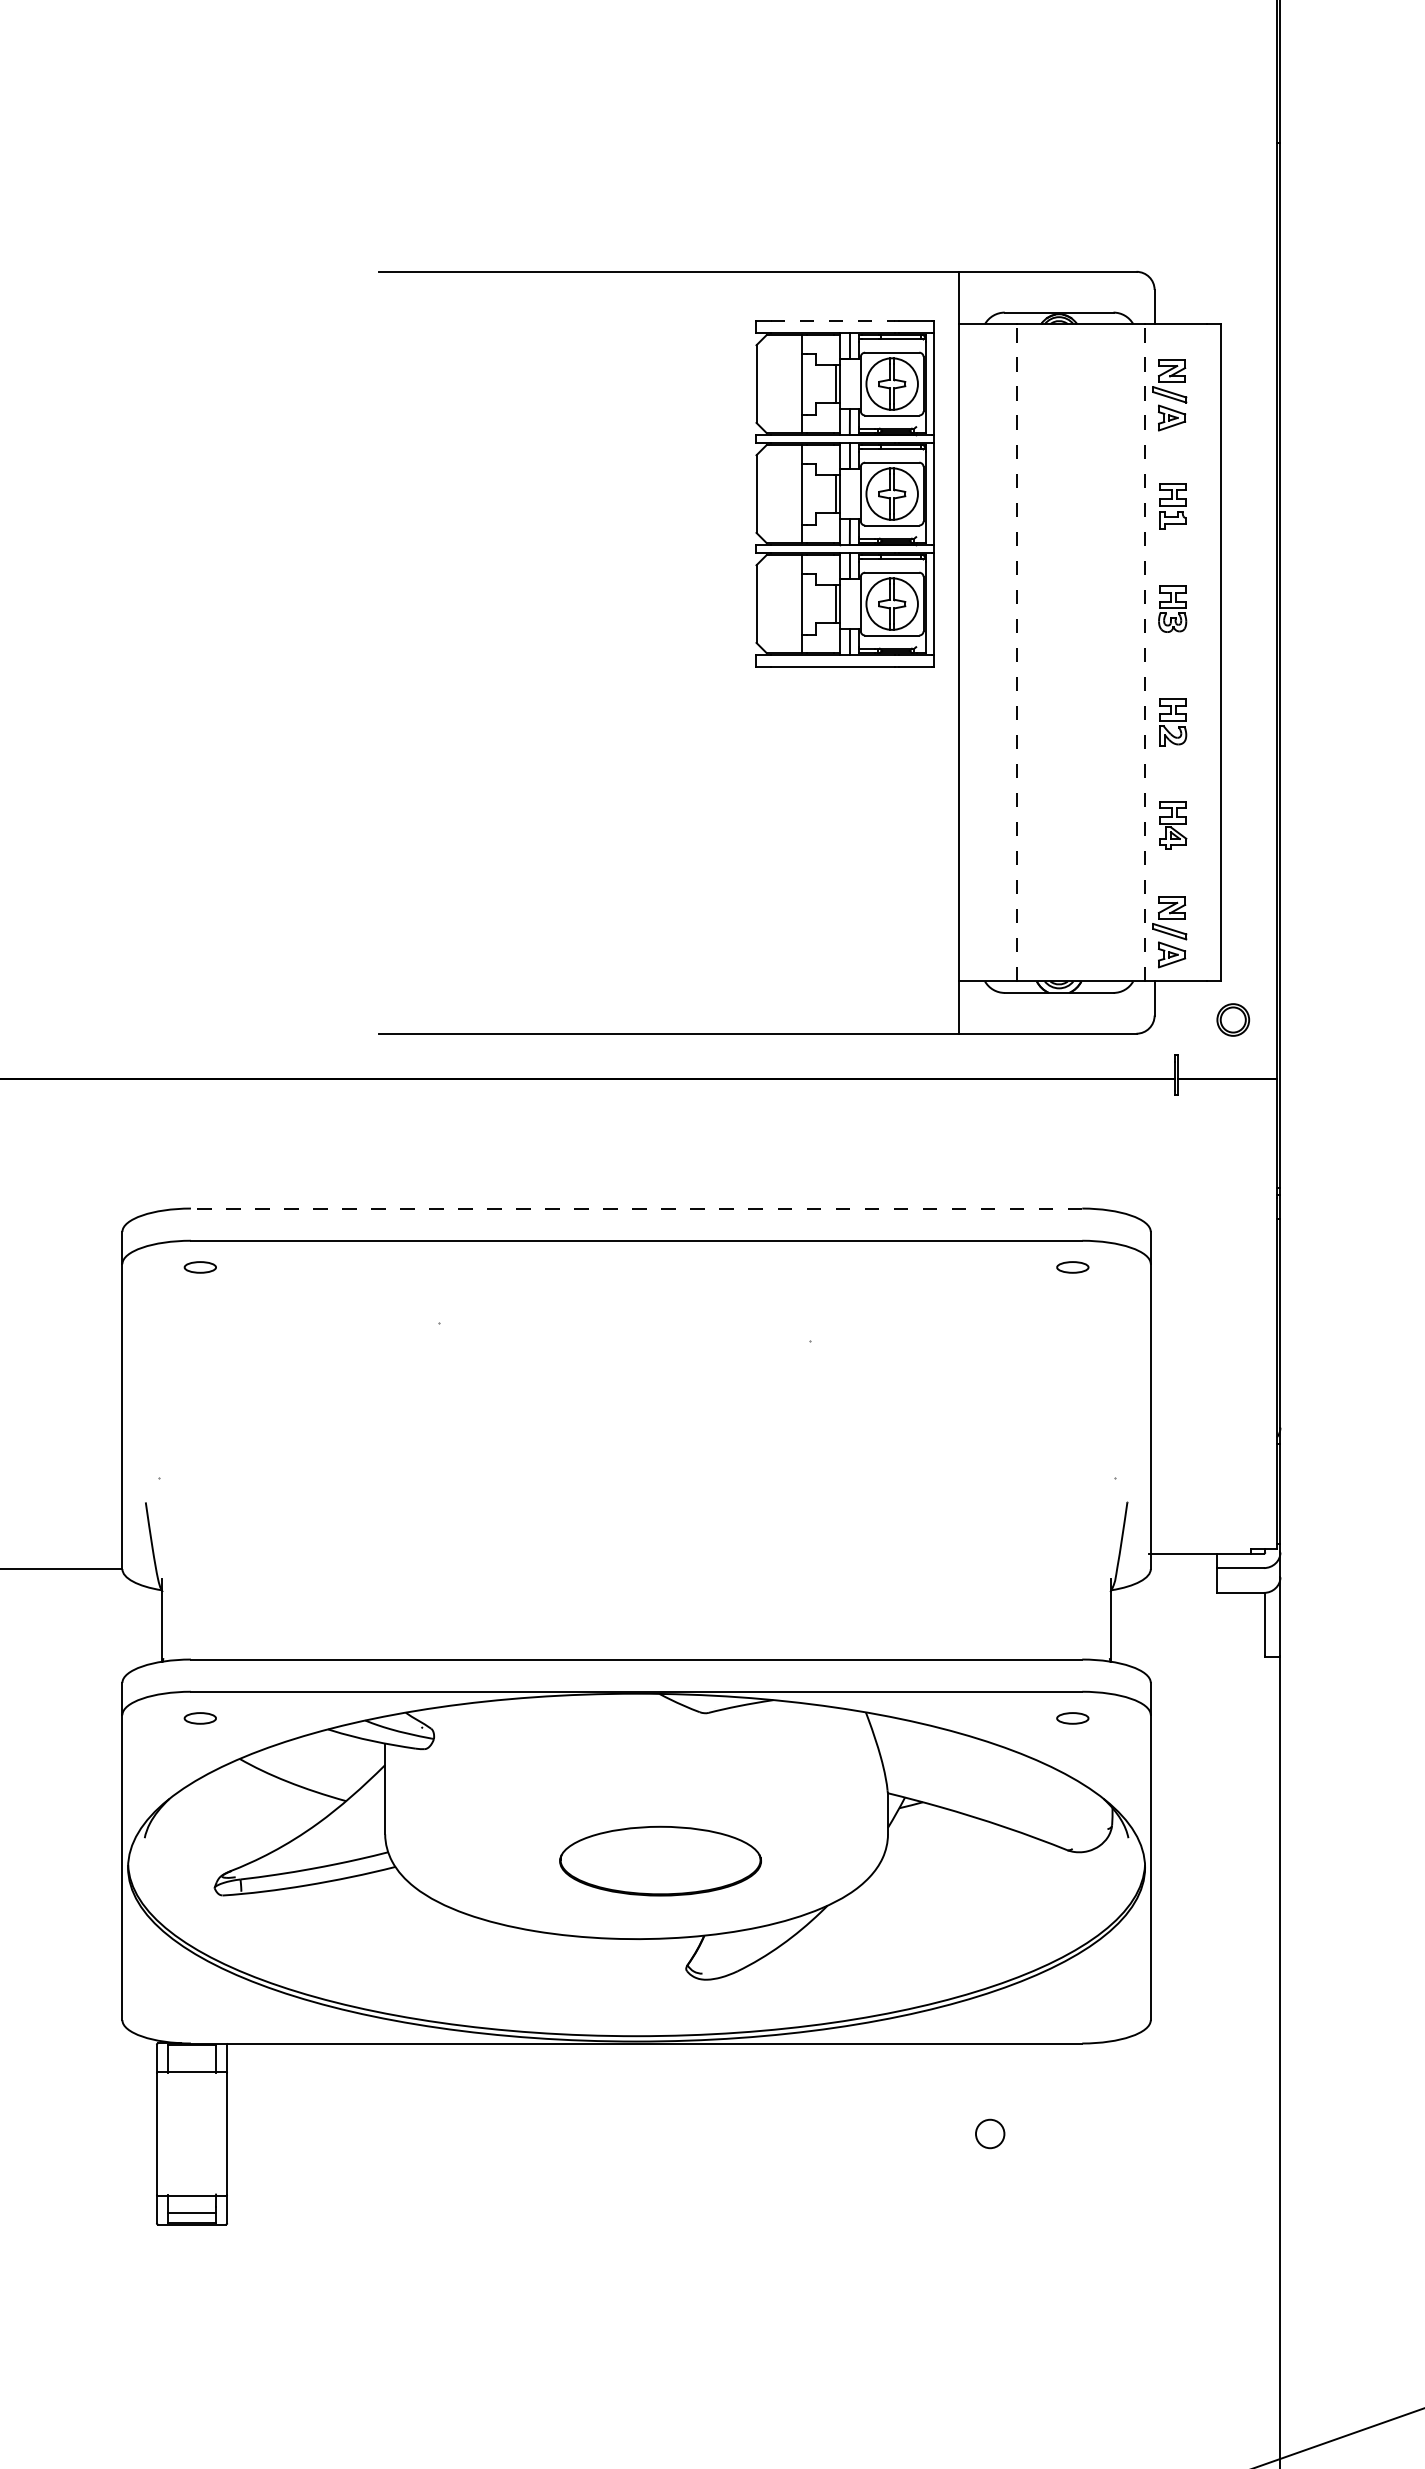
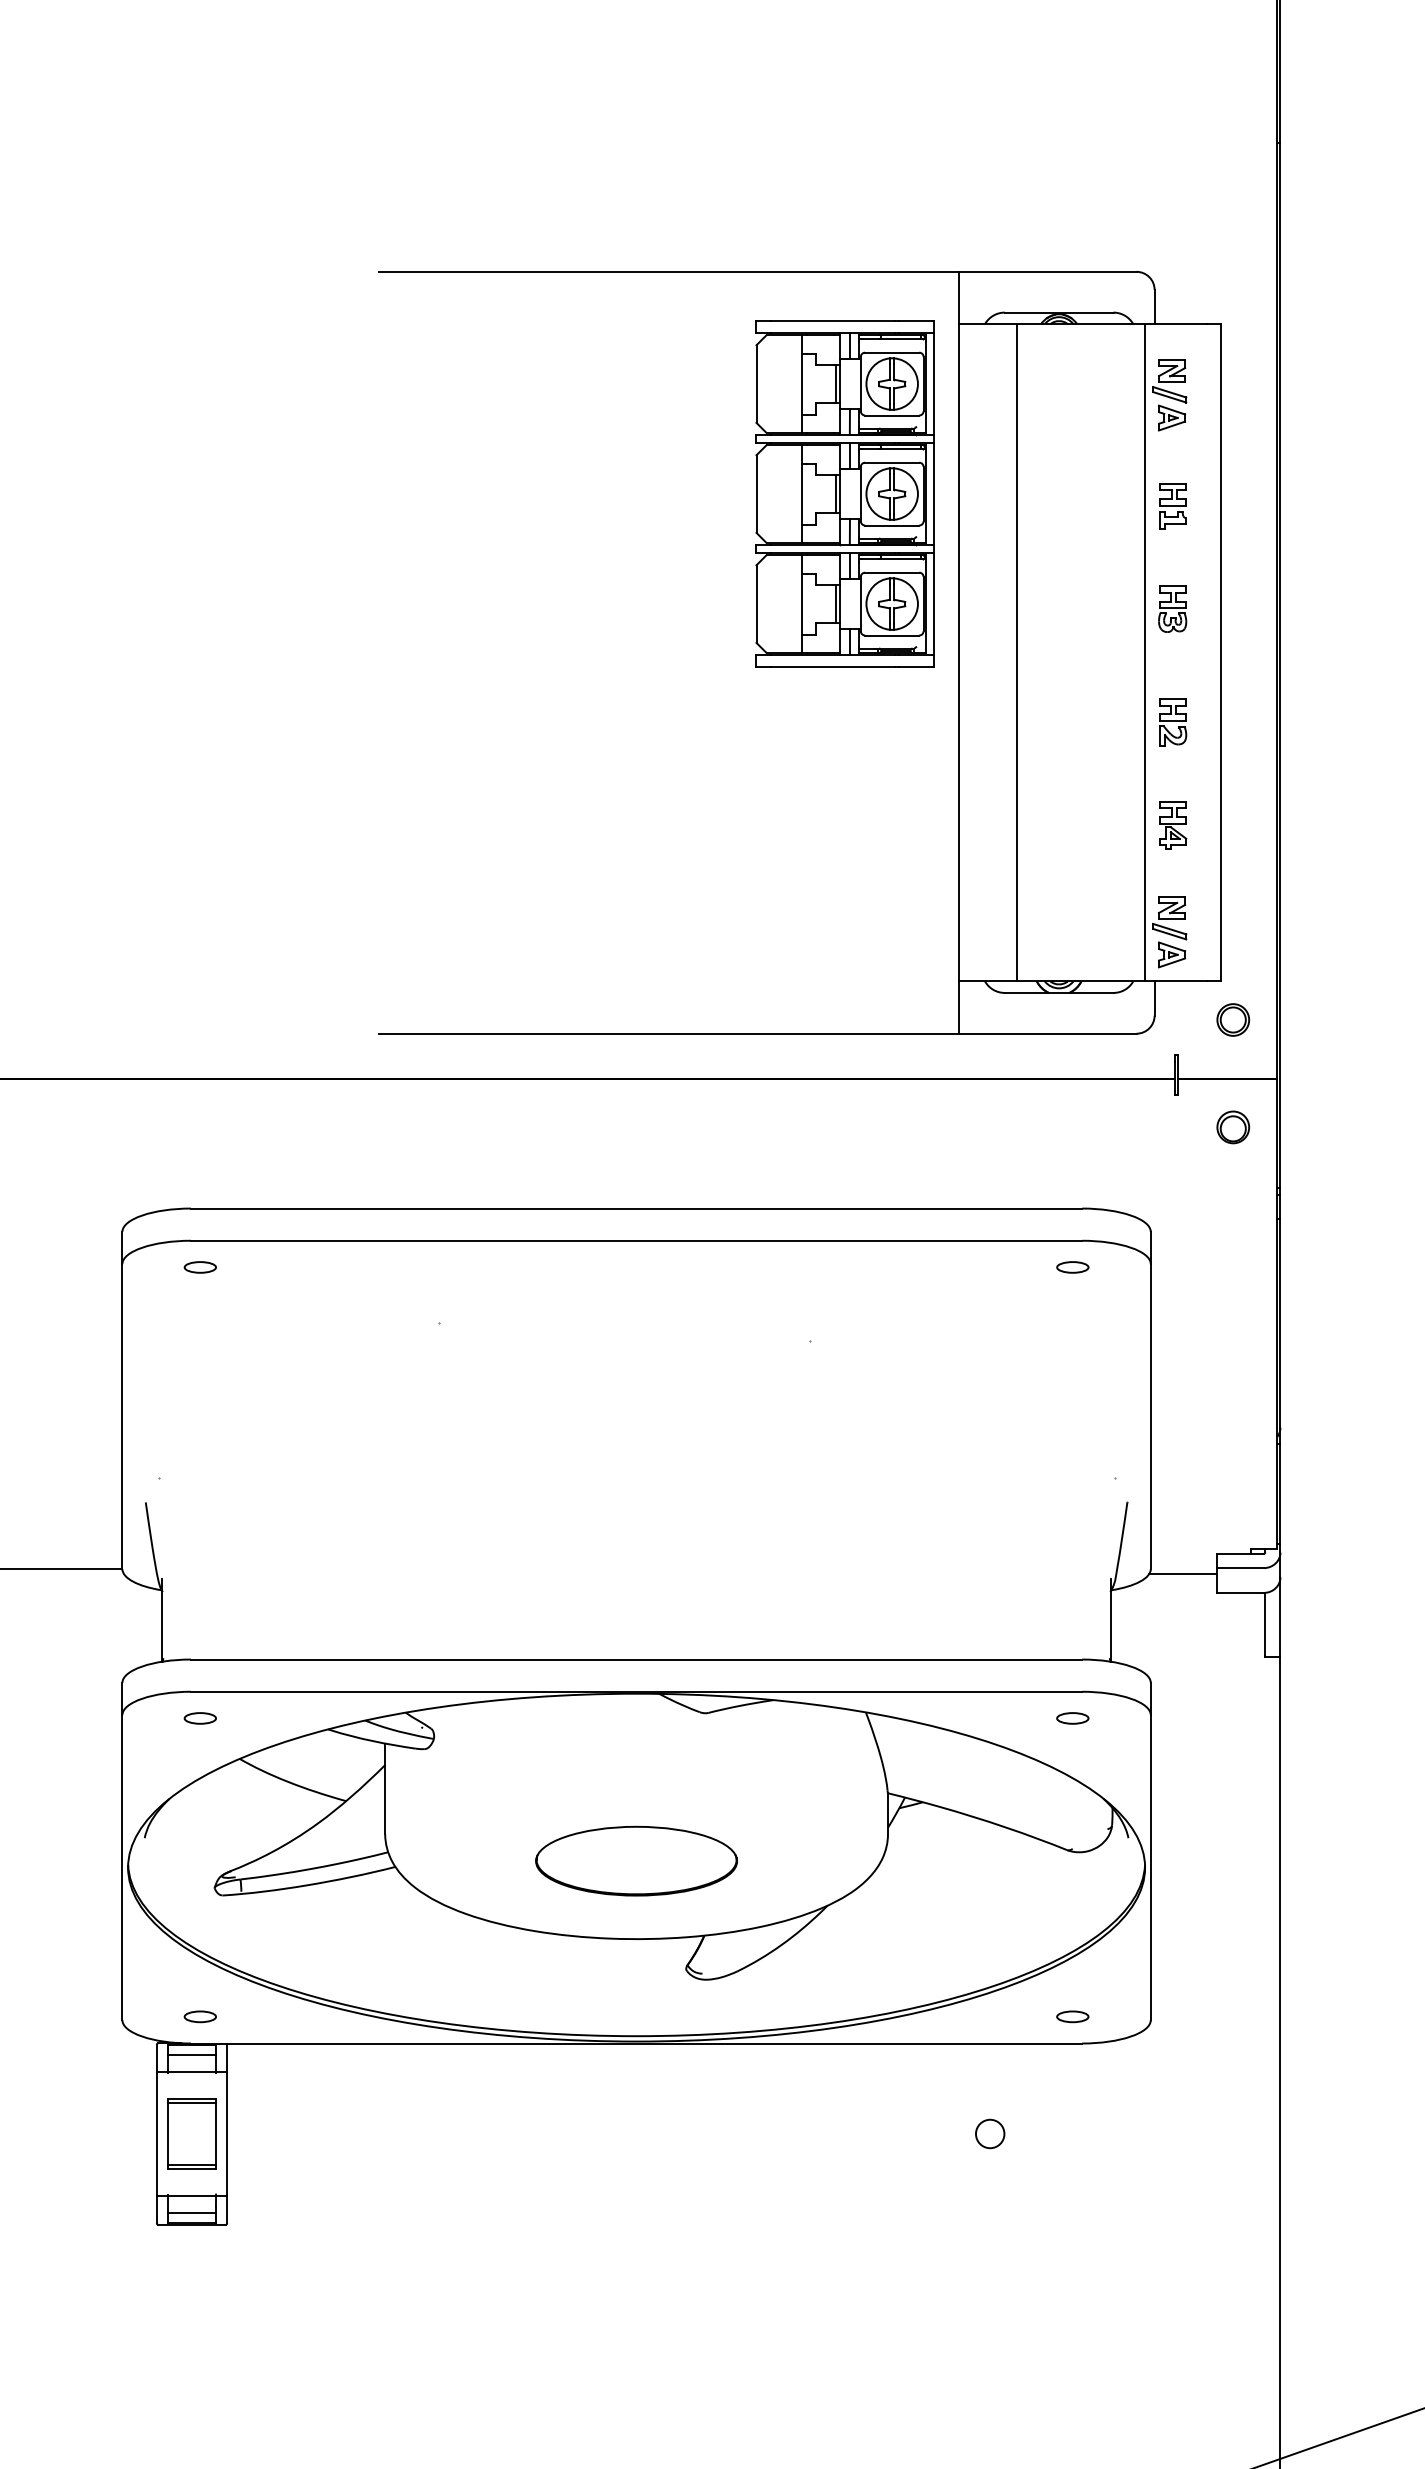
line at (833, 321): dashed -> solid
line at (1017, 652): dashed -> solid
line at (1144, 652): dashed -> solid
part at (1233, 1127): none -> present
line at (636, 1208): dashed -> solid
line at (1182, 1553) position: (1182, 1553) -> (1182, 1573)
part at (660, 1860) position: (660, 1860) -> (636, 1860)
part at (199, 2016): none -> present
part at (1072, 2016): none -> present
line at (191, 2054): none -> present
part at (191, 2133): none -> present
